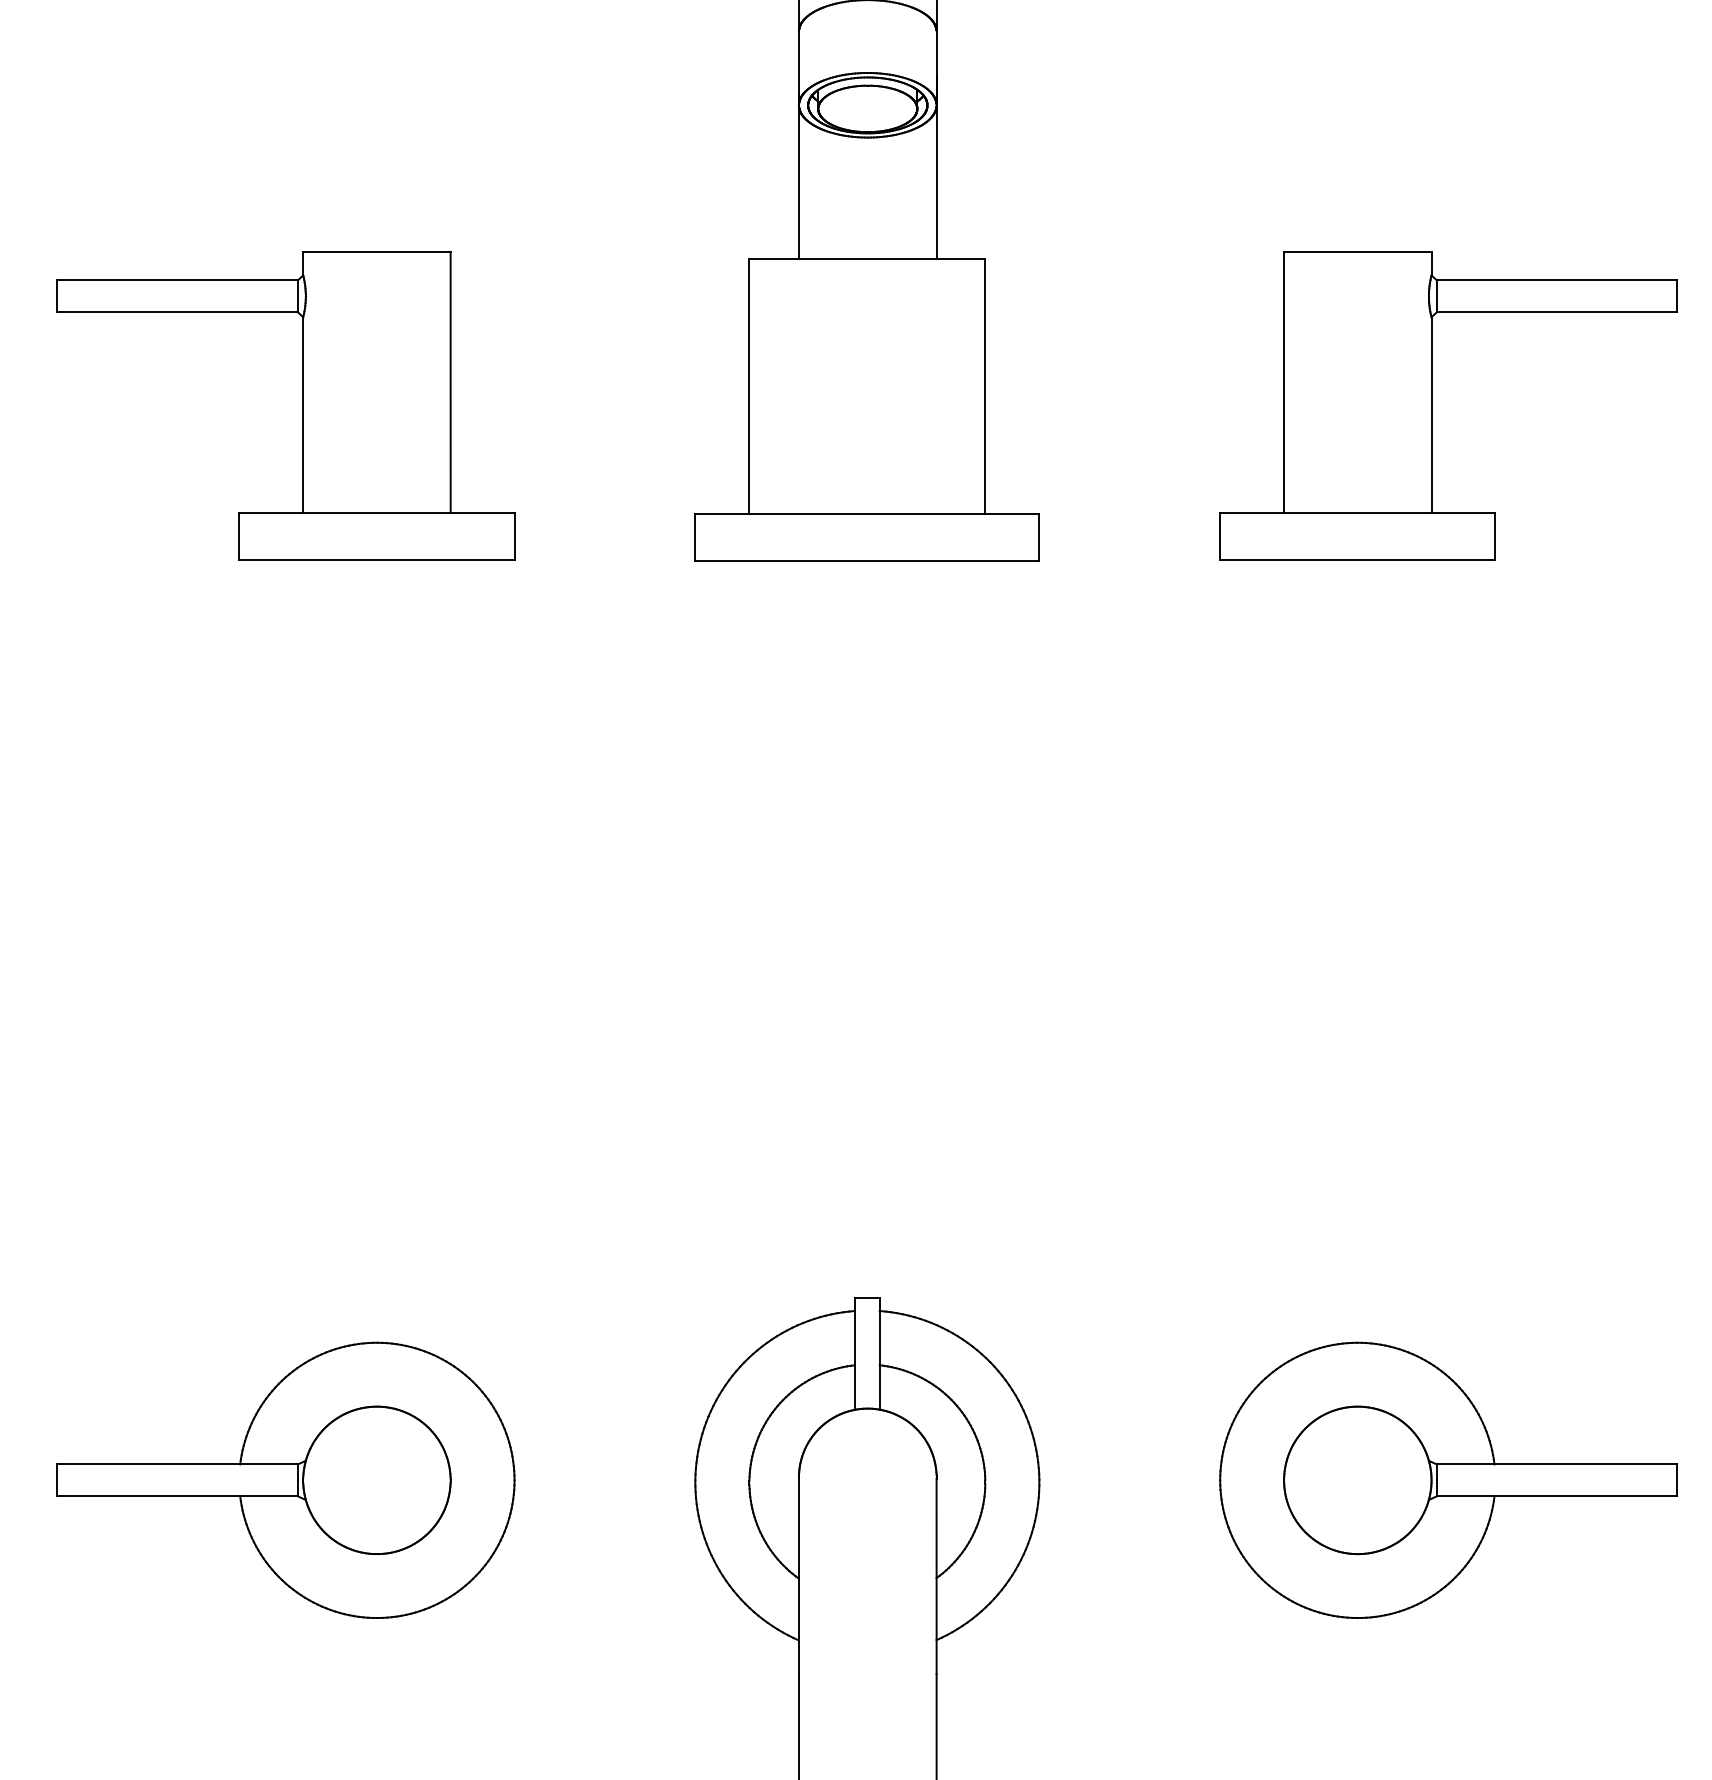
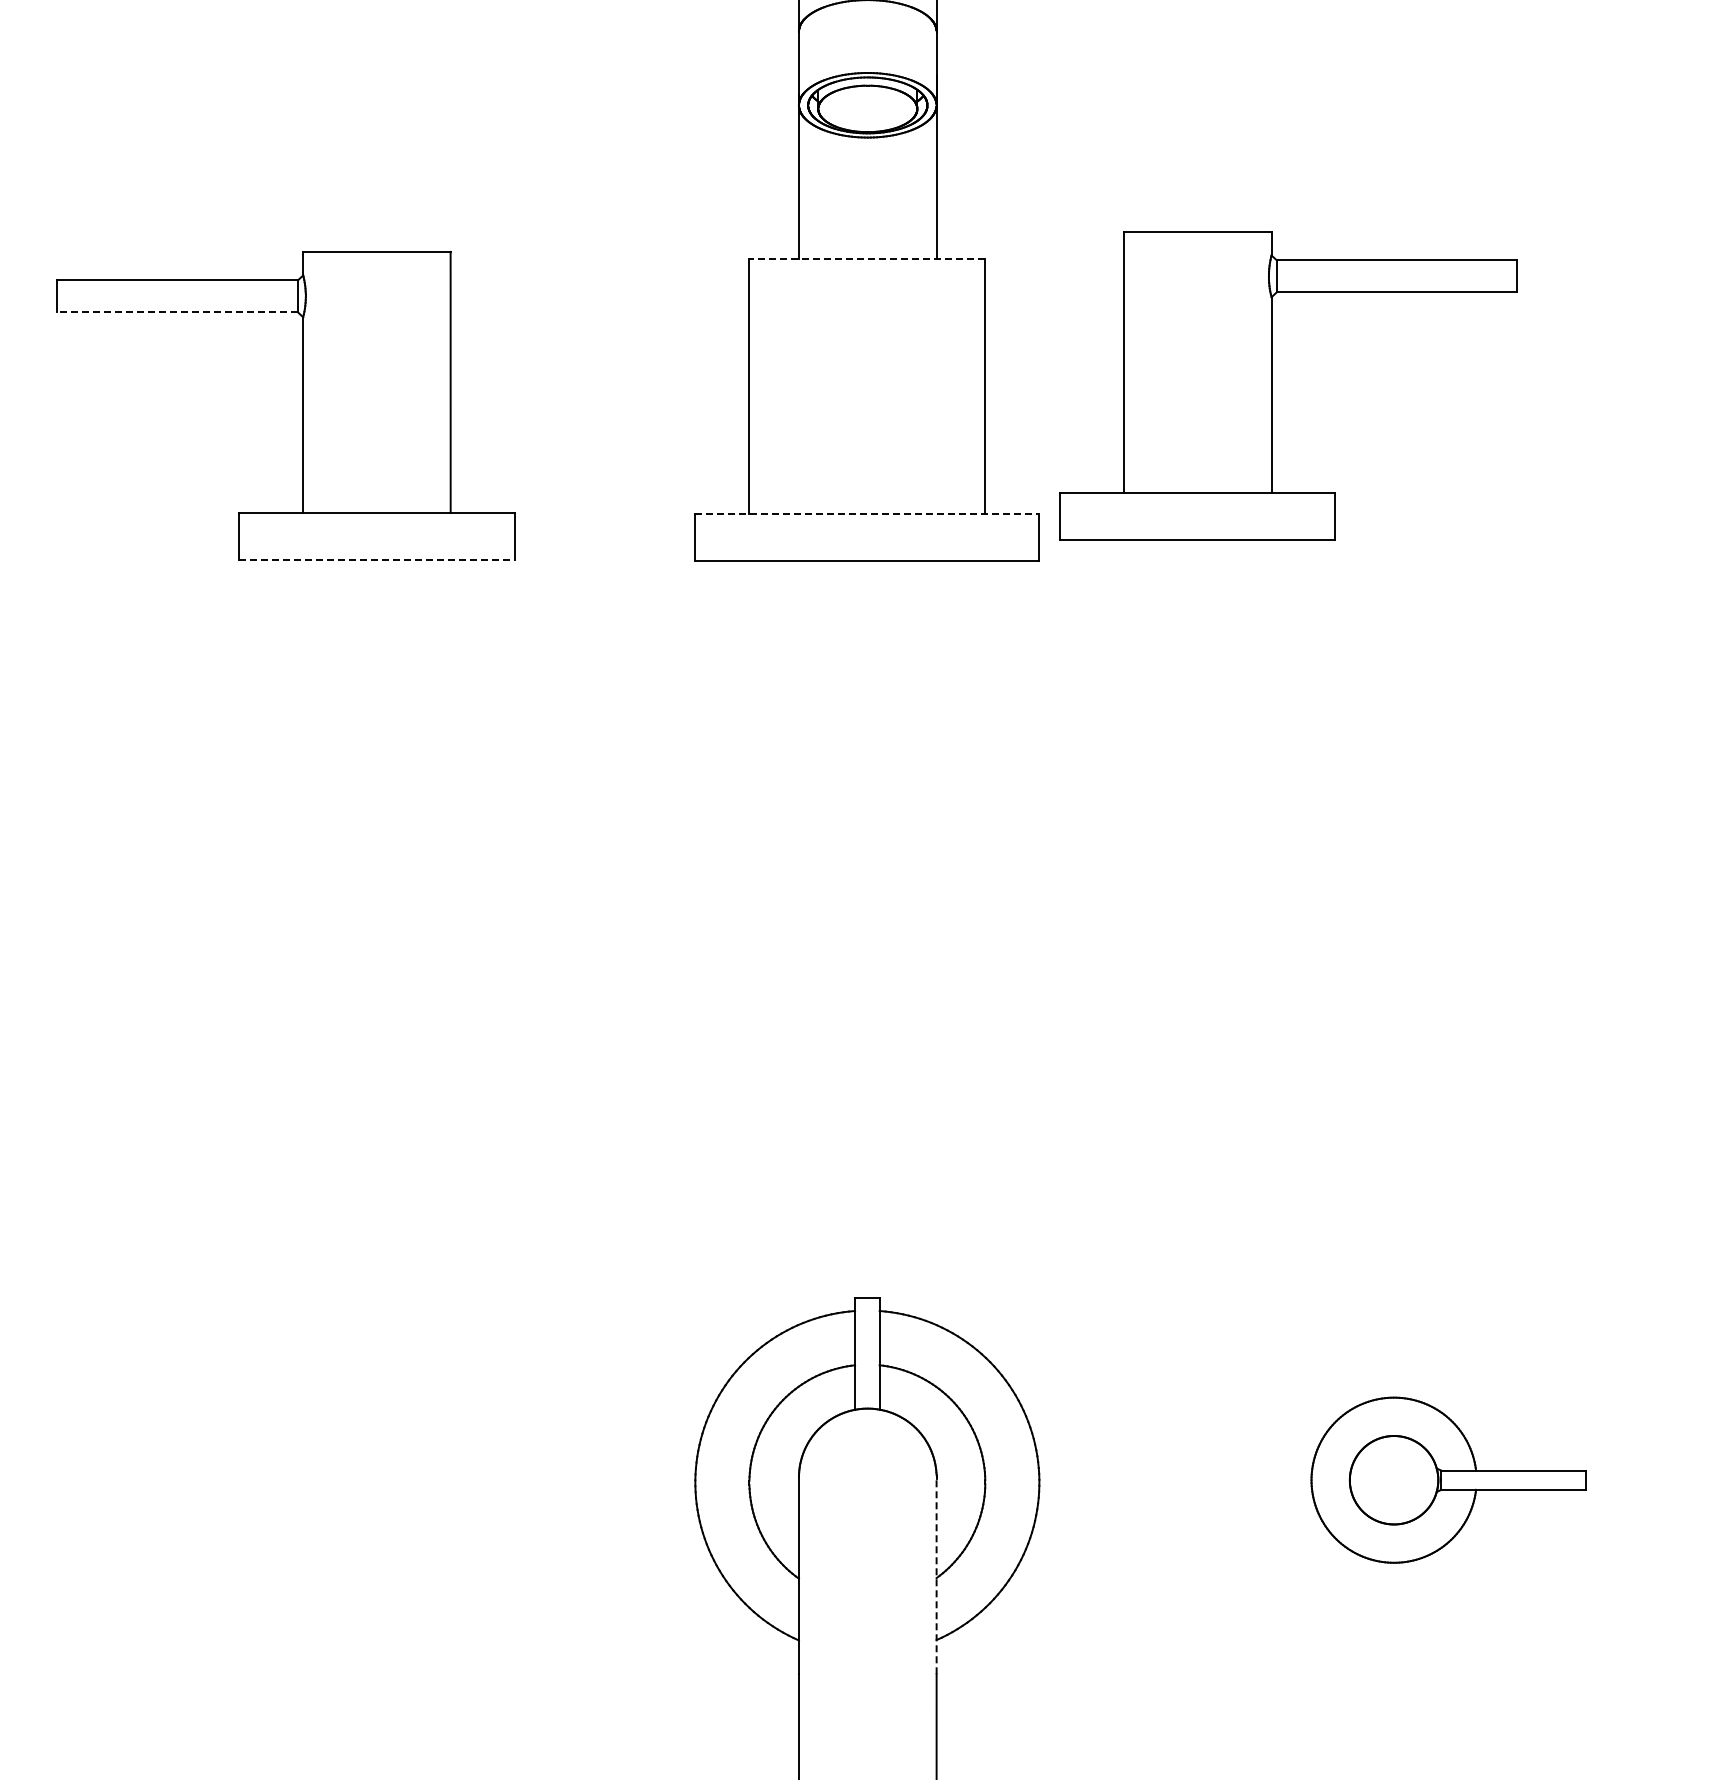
line at (867, 258): solid -> dashed
line at (177, 312): solid -> dashed
part at (1432, 405) position: (1432, 405) -> (1272, 385)
line at (867, 513): solid -> dashed
line at (376, 560): solid -> dashed
part at (285, 1479): present -> none
part at (1448, 1479) size: 459x278 px -> 277x168 px
line at (936, 1576): solid -> dashed
